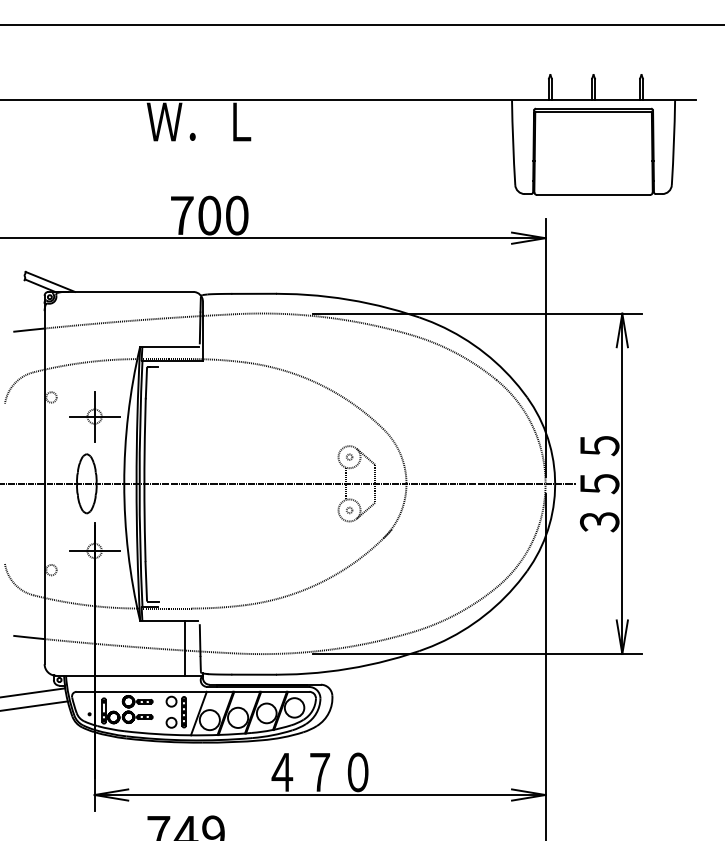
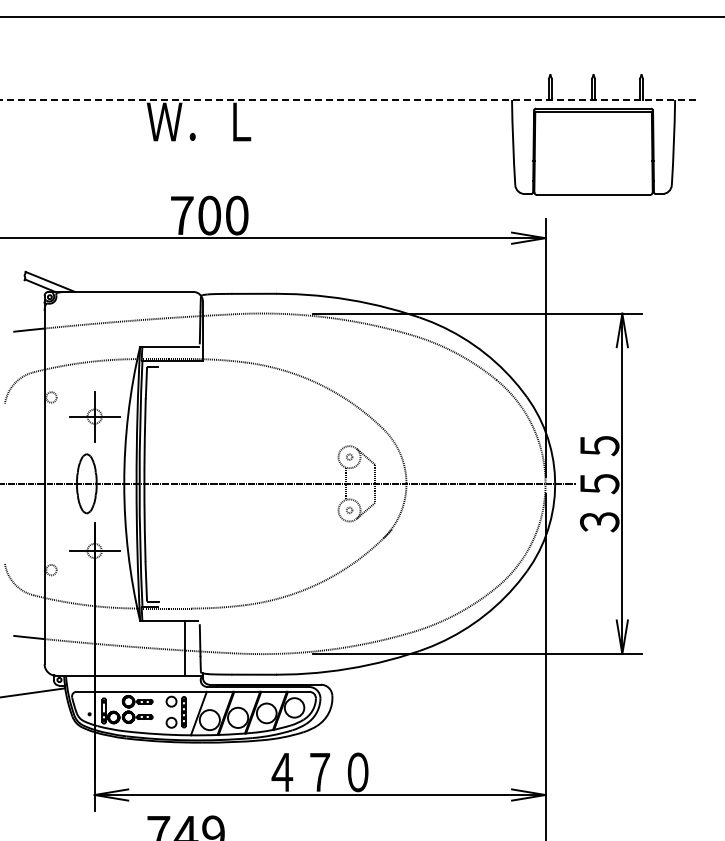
line at (361, 25) position: (361, 25) -> (361, 17)
line at (348, 100): solid -> dashed
line at (34, 705): present -> none
